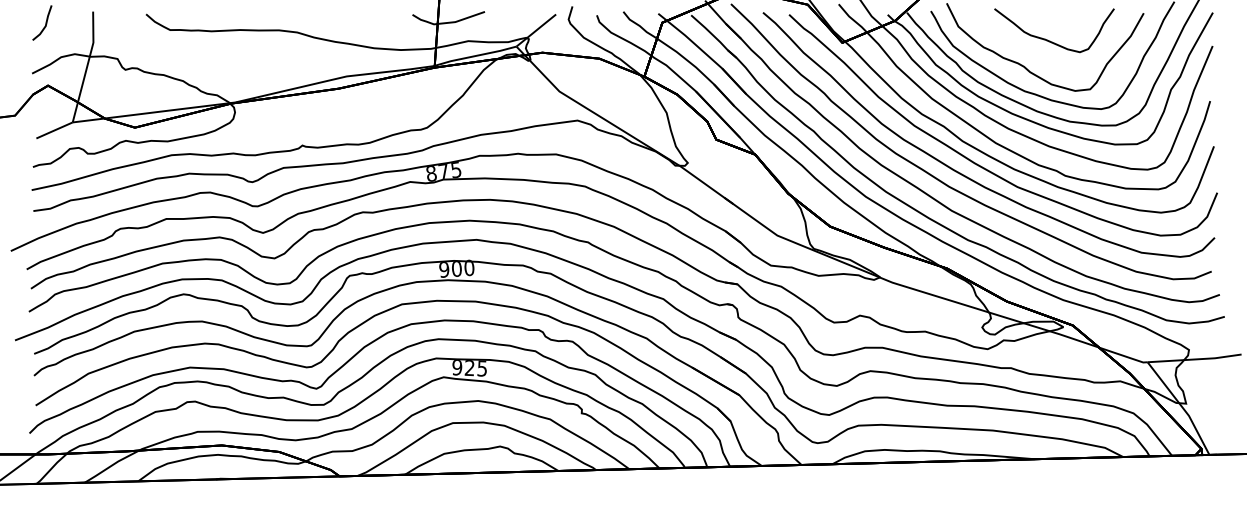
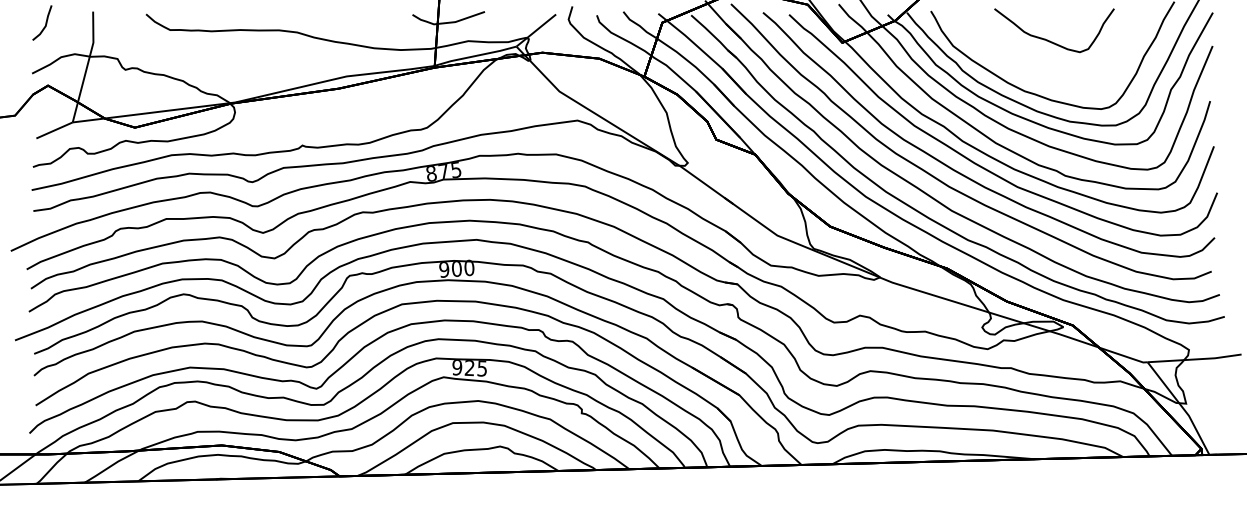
part at (1025, 66): present -> none
